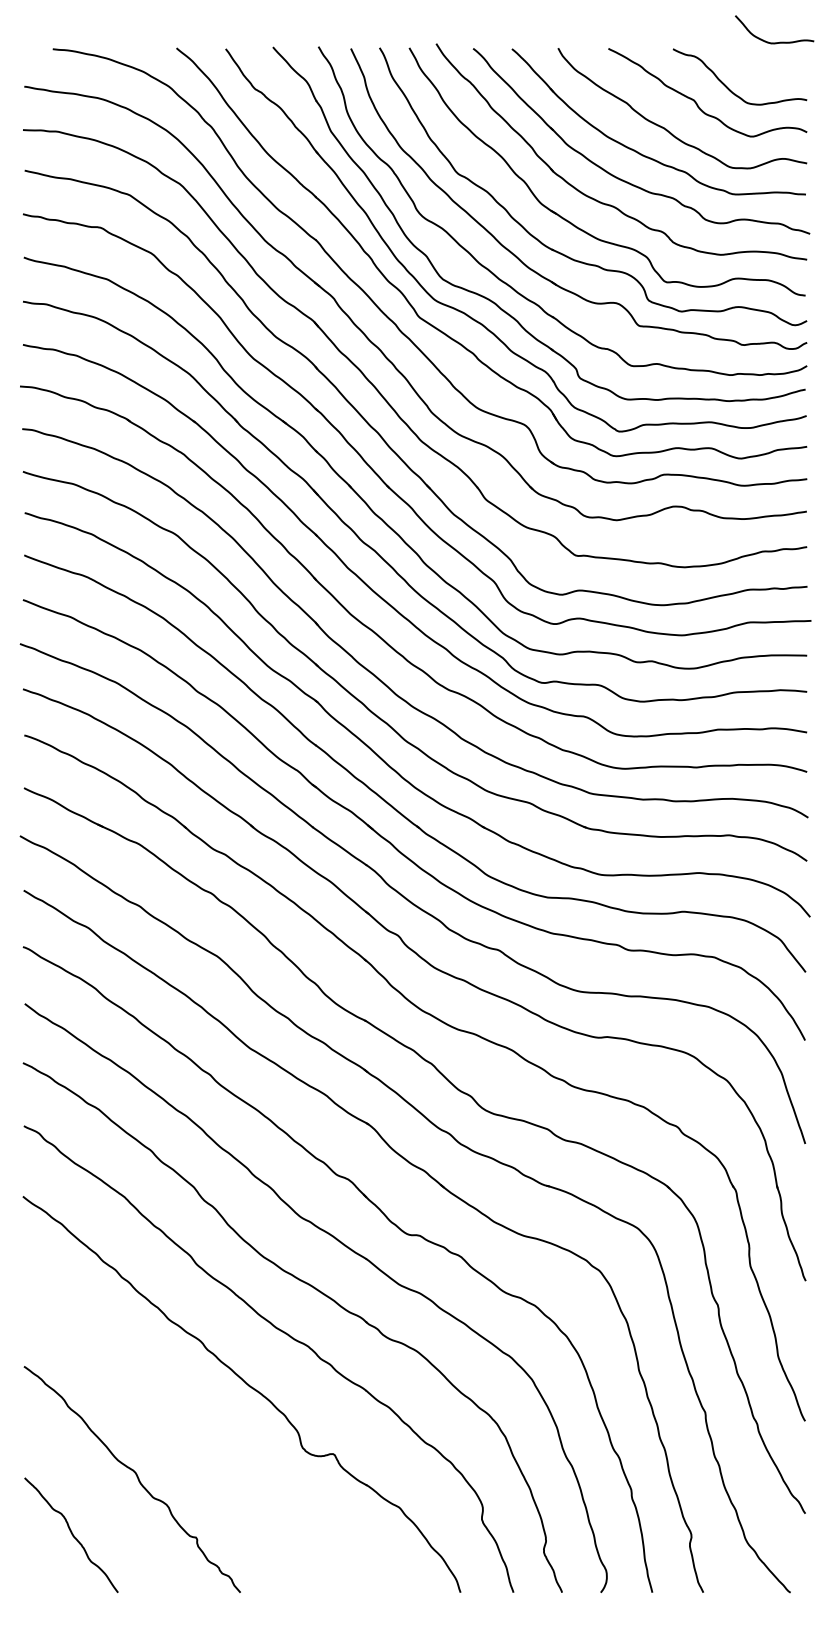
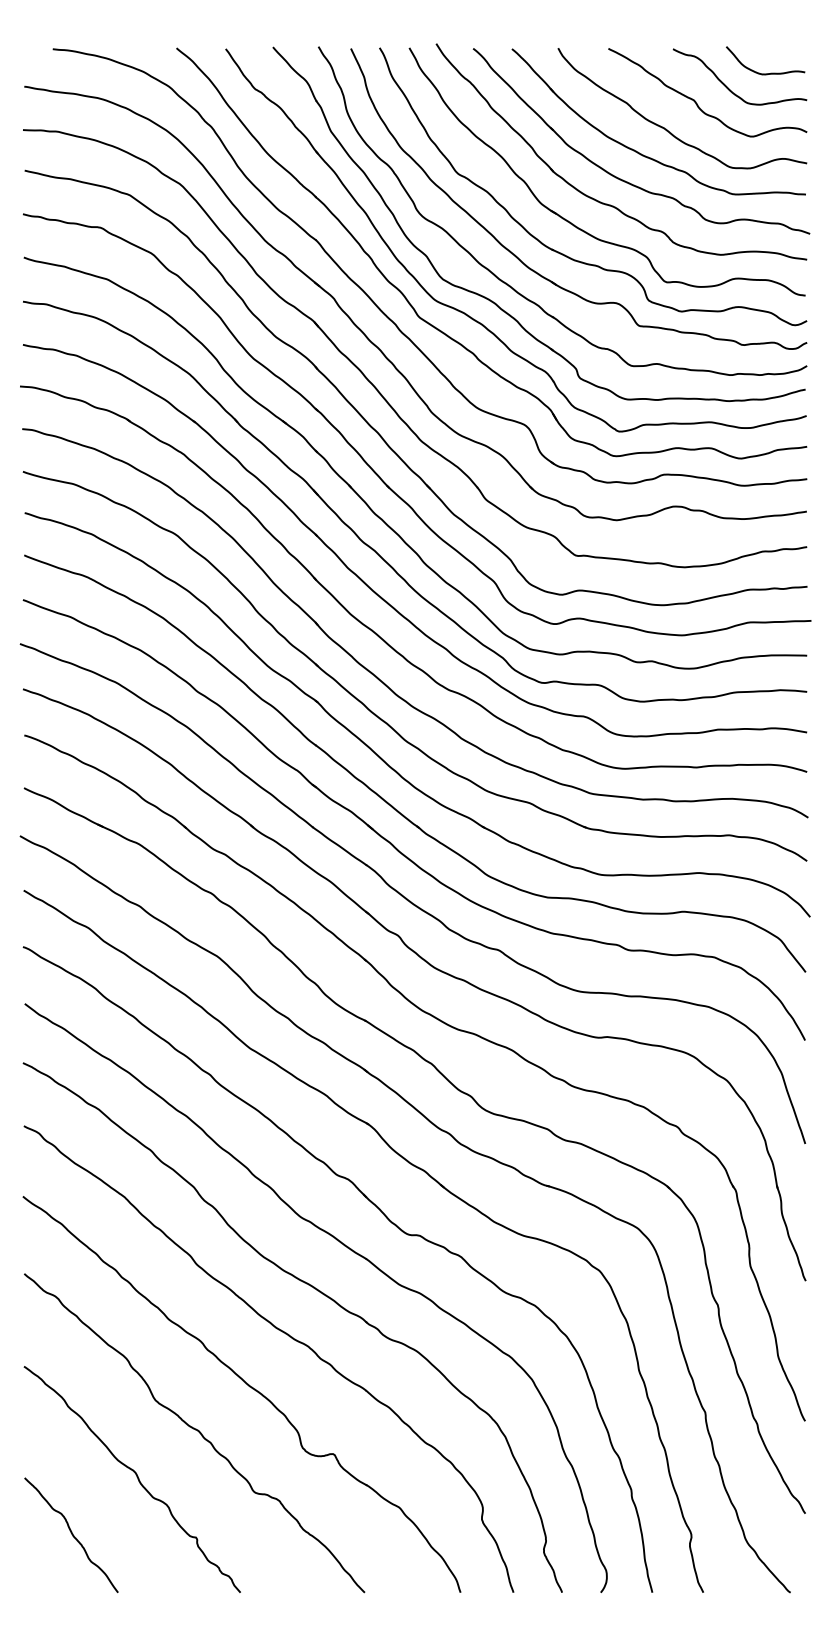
curve at (774, 42) position: (774, 42) -> (765, 73)
curve at (195, 1430): none -> present
